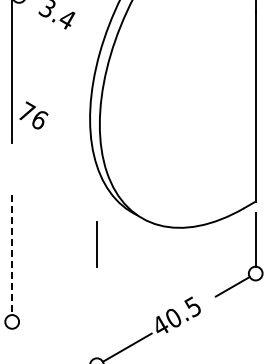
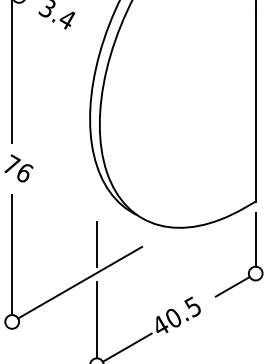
text at (33, 115) position: (33, 115) -> (18, 168)
line at (12, 255): dashed -> solid
line at (80, 282): none -> present
line at (96, 320): none -> present
